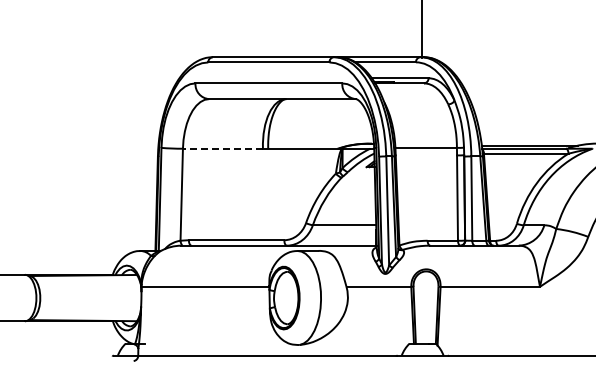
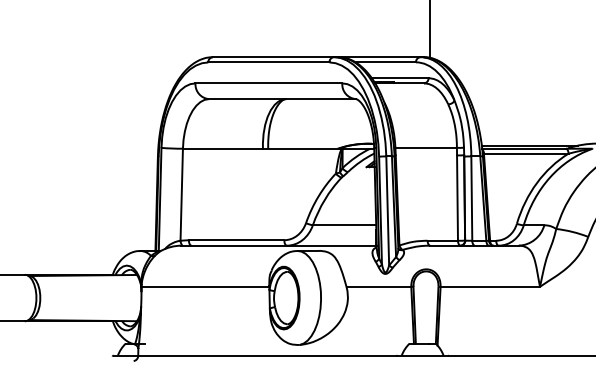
line at (421, 29) position: (421, 29) -> (429, 29)
line at (222, 148): dashed -> solid
